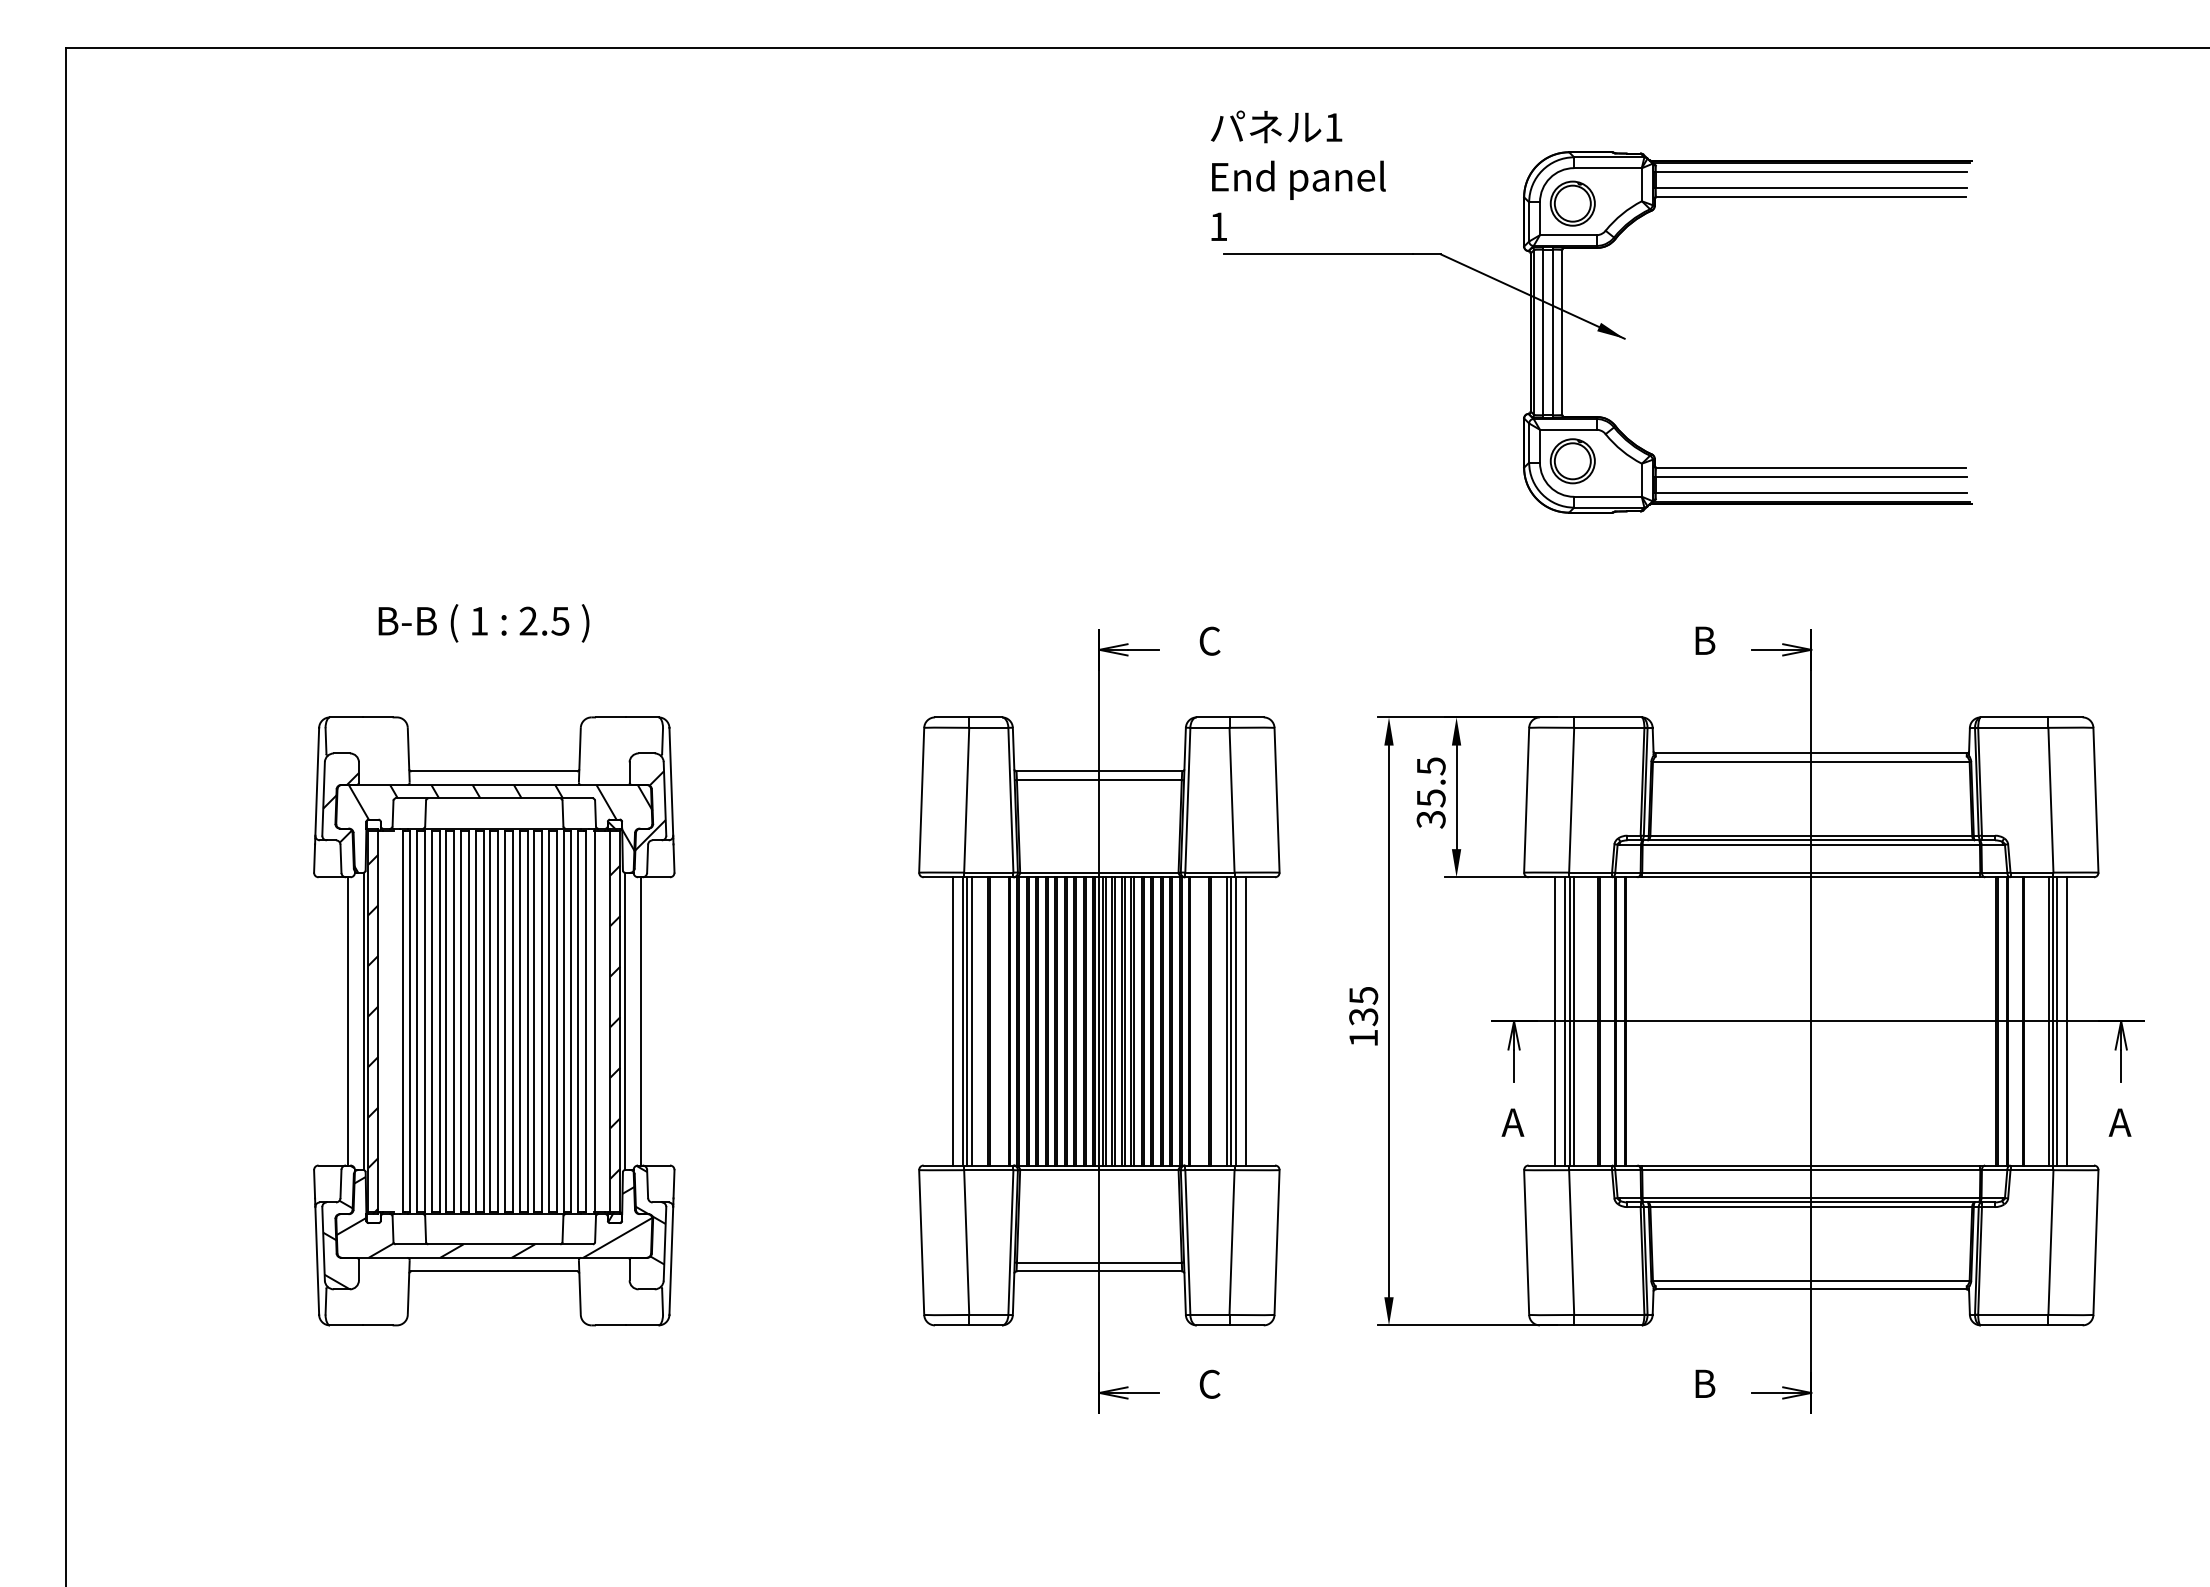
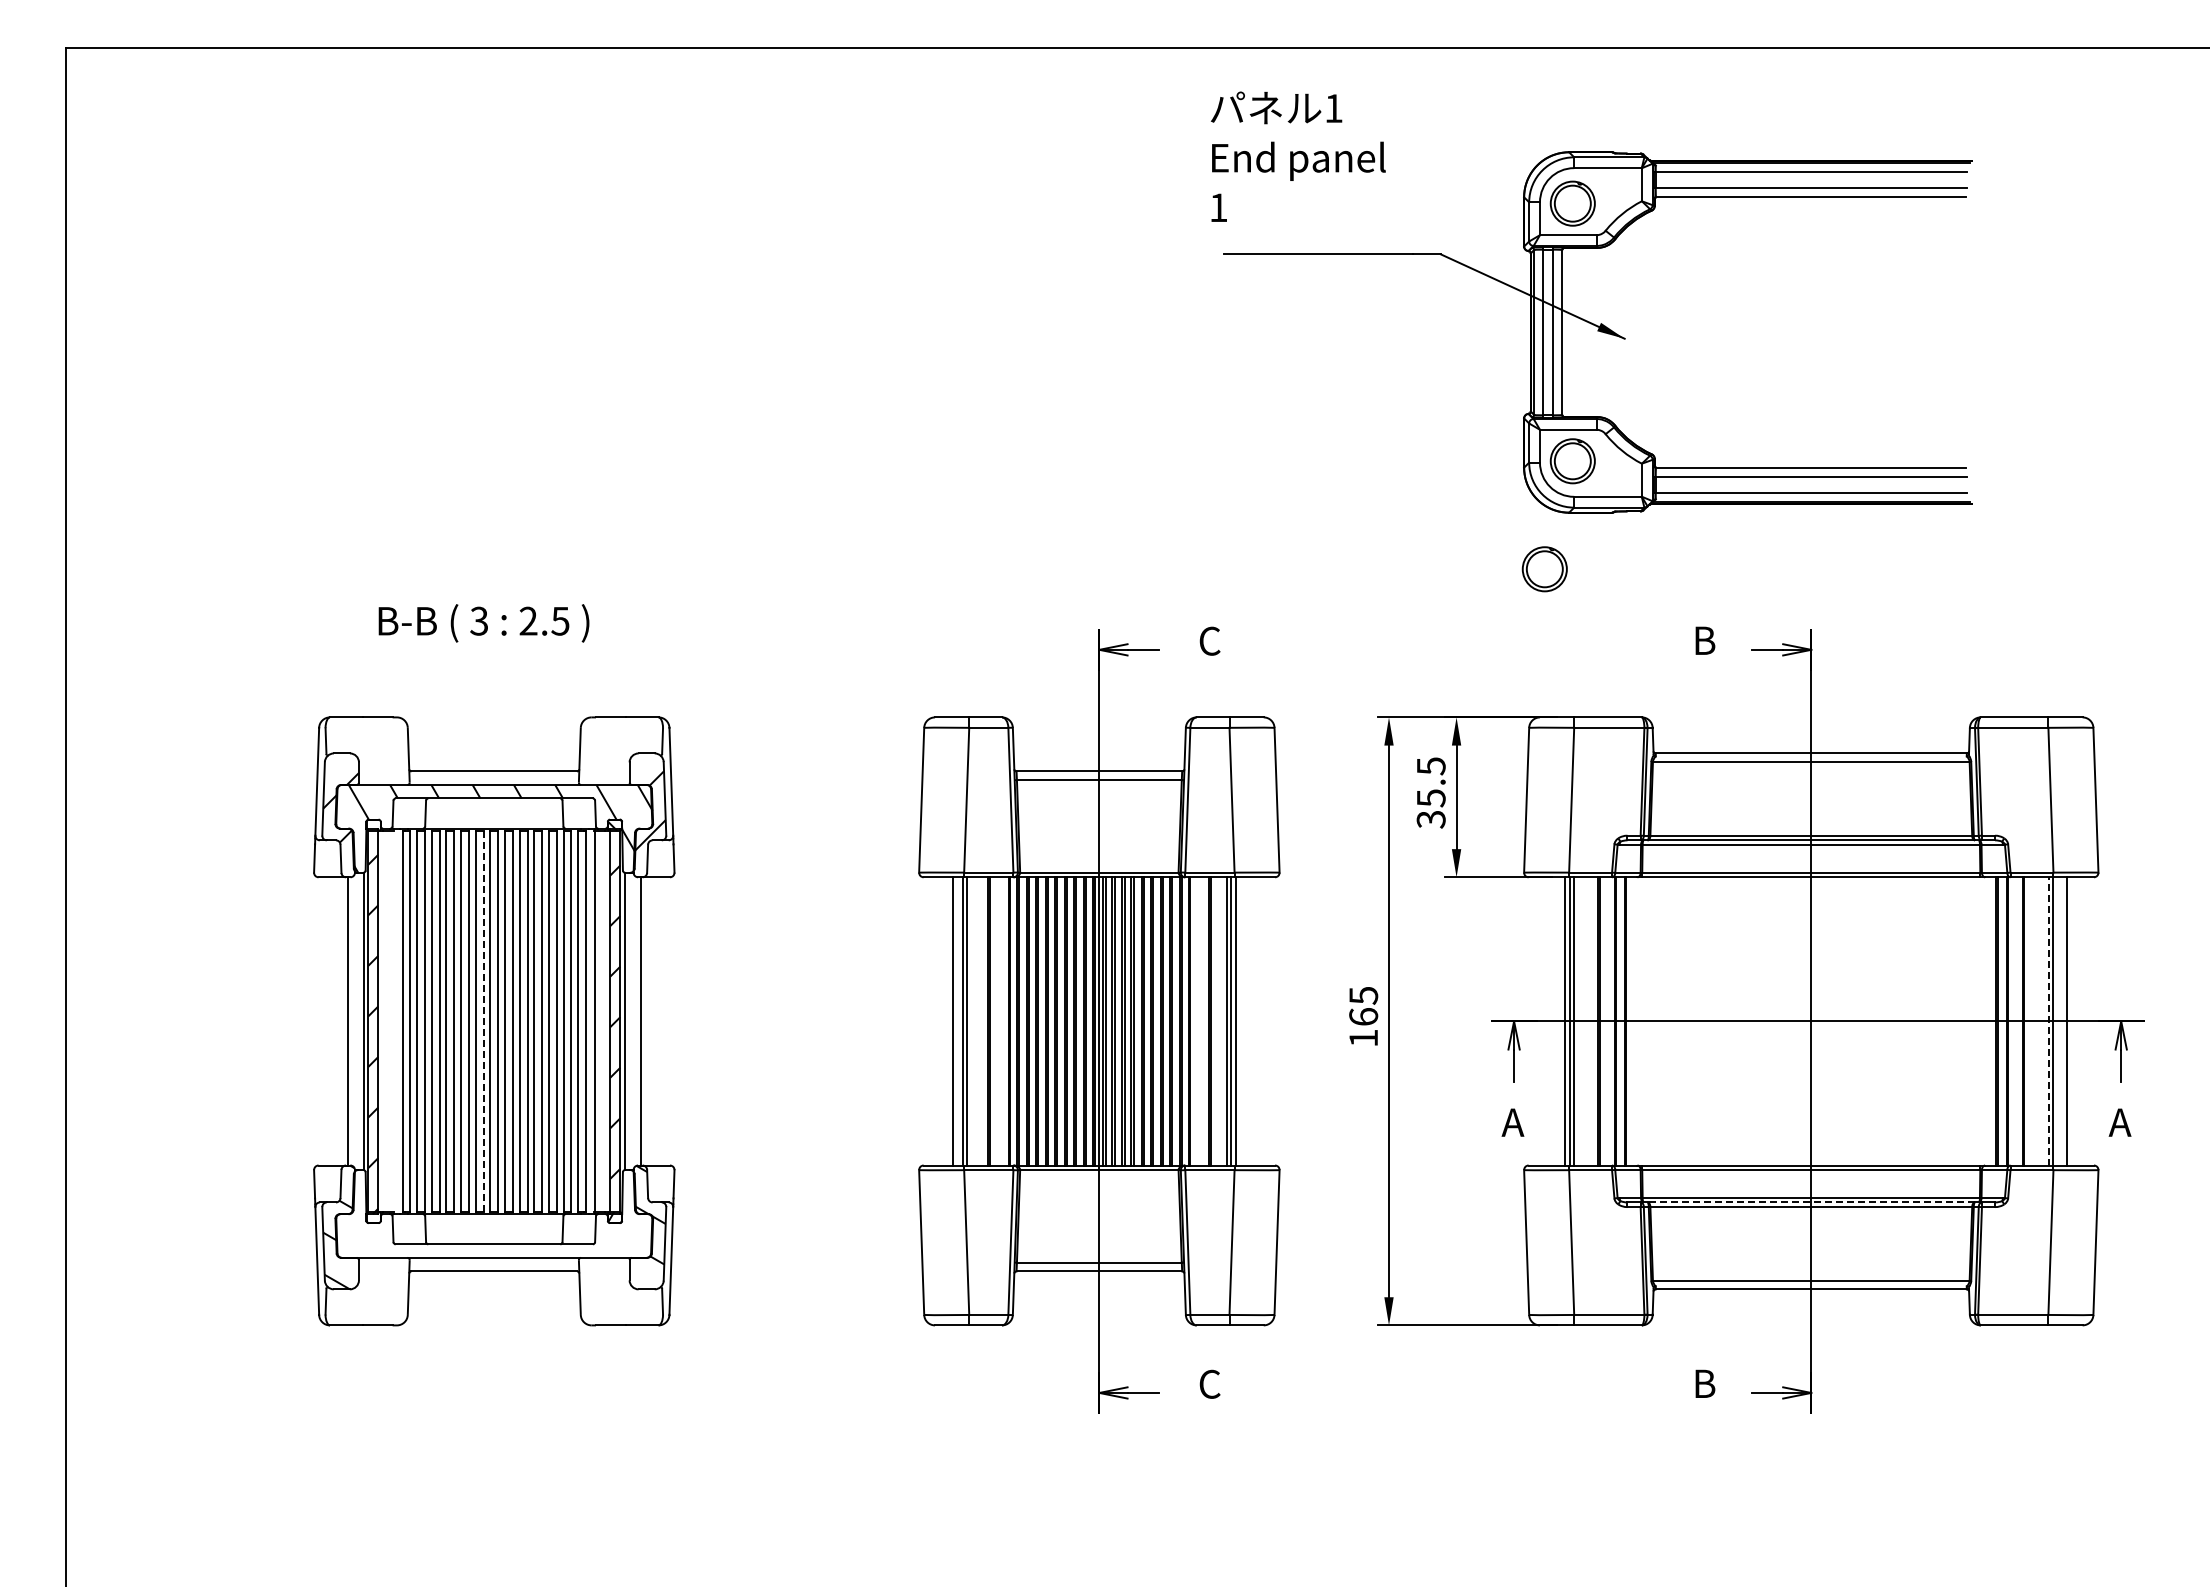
text at (1298, 175) position: (1298, 175) -> (1298, 156)
part at (1544, 569): none -> present
text at (478, 620): 1 -> 3
text at (1363, 1017): 135 -> 165
line at (2048, 1020): solid -> dashed
line at (483, 1021): solid -> dashed
line at (971, 1021): present -> none
line at (1245, 1021): present -> none
line at (1555, 1021): present -> none
line at (2057, 1021): present -> none
line at (1811, 1202): solid -> dashed
hatch at (494, 1217): present -> none
